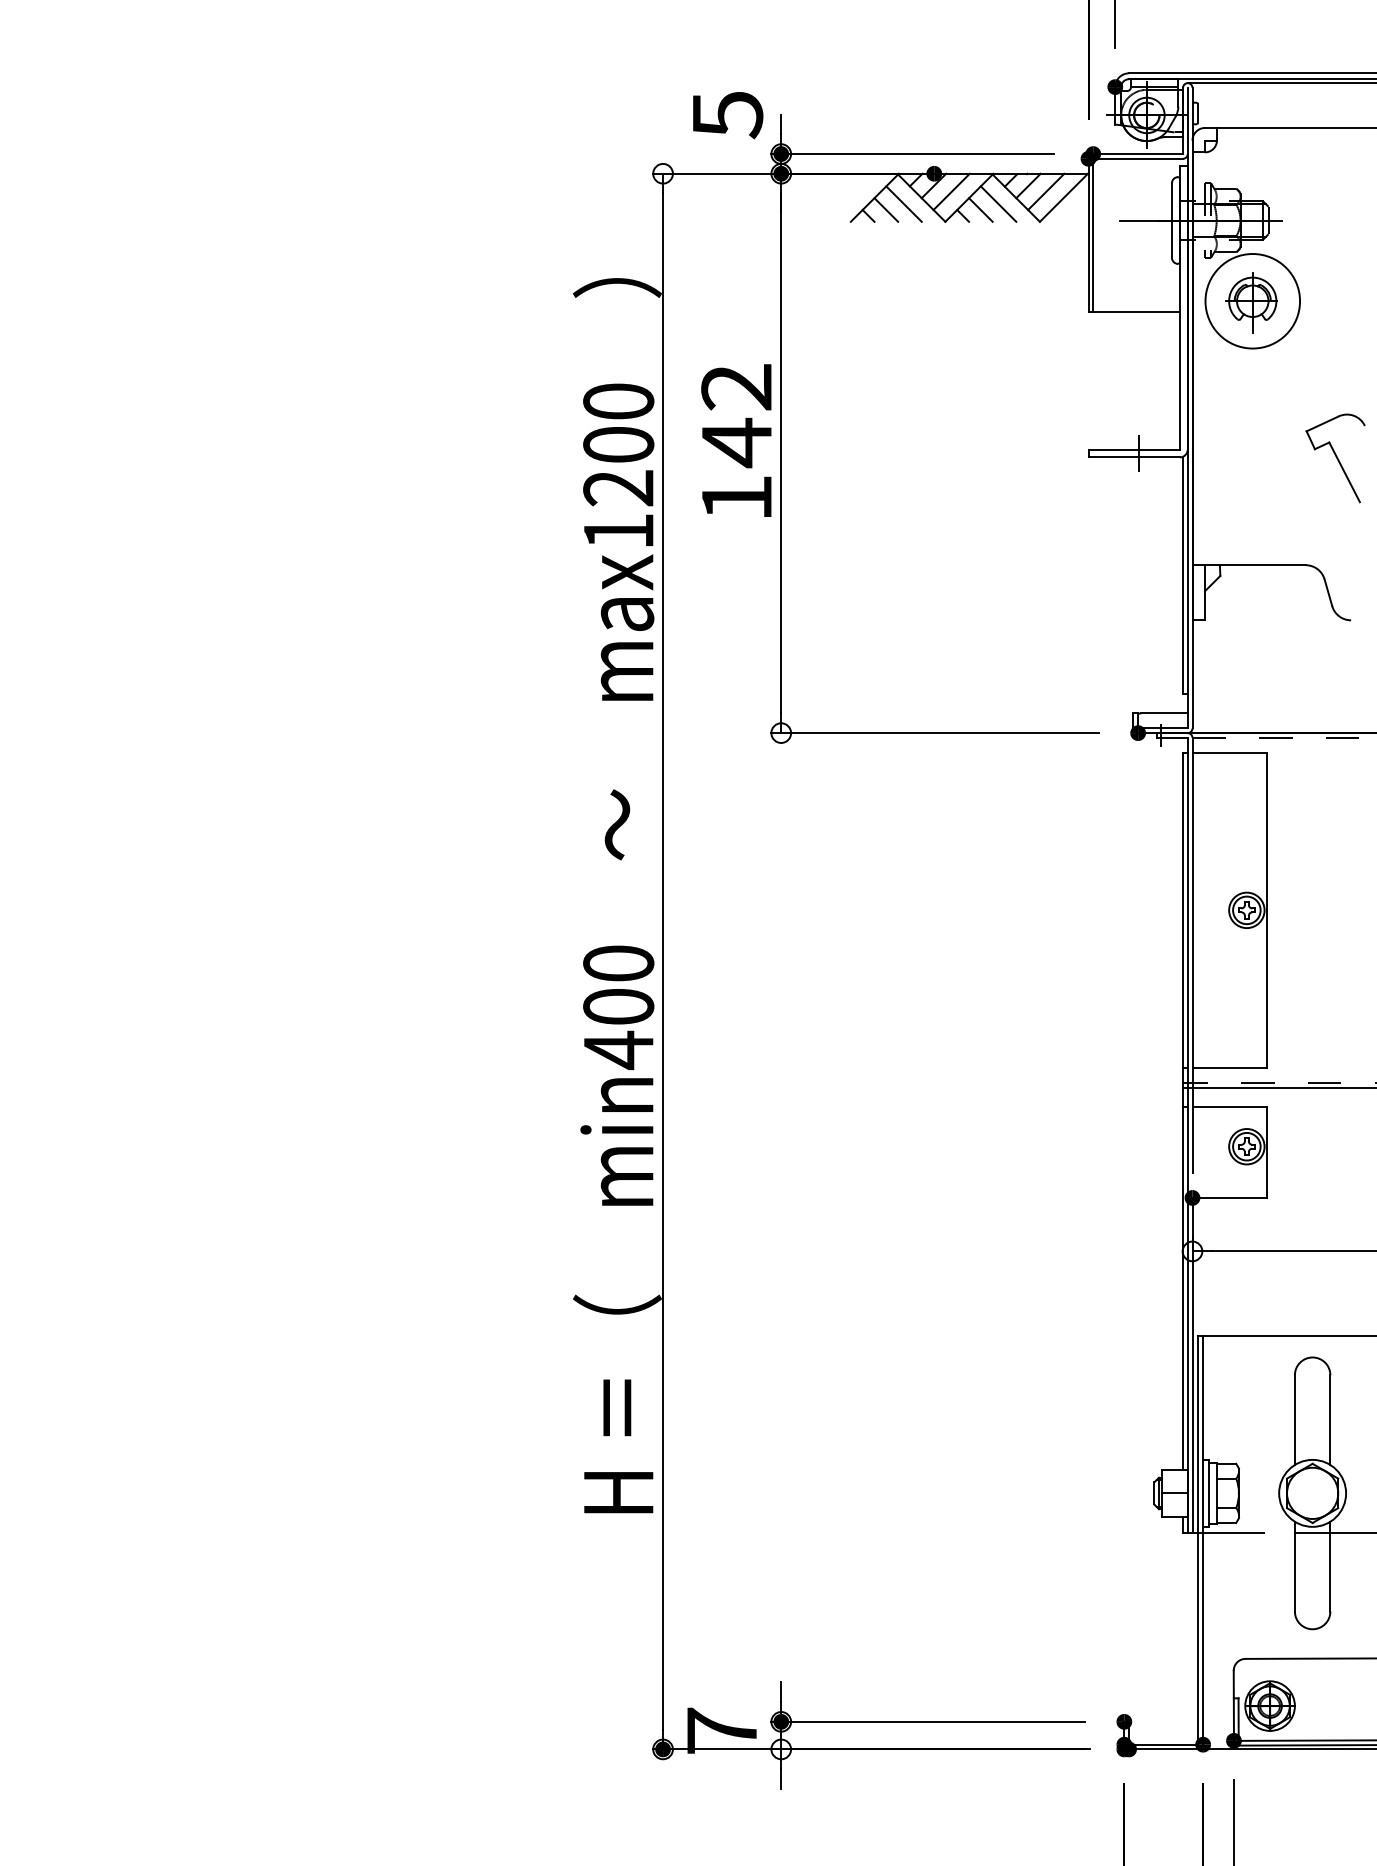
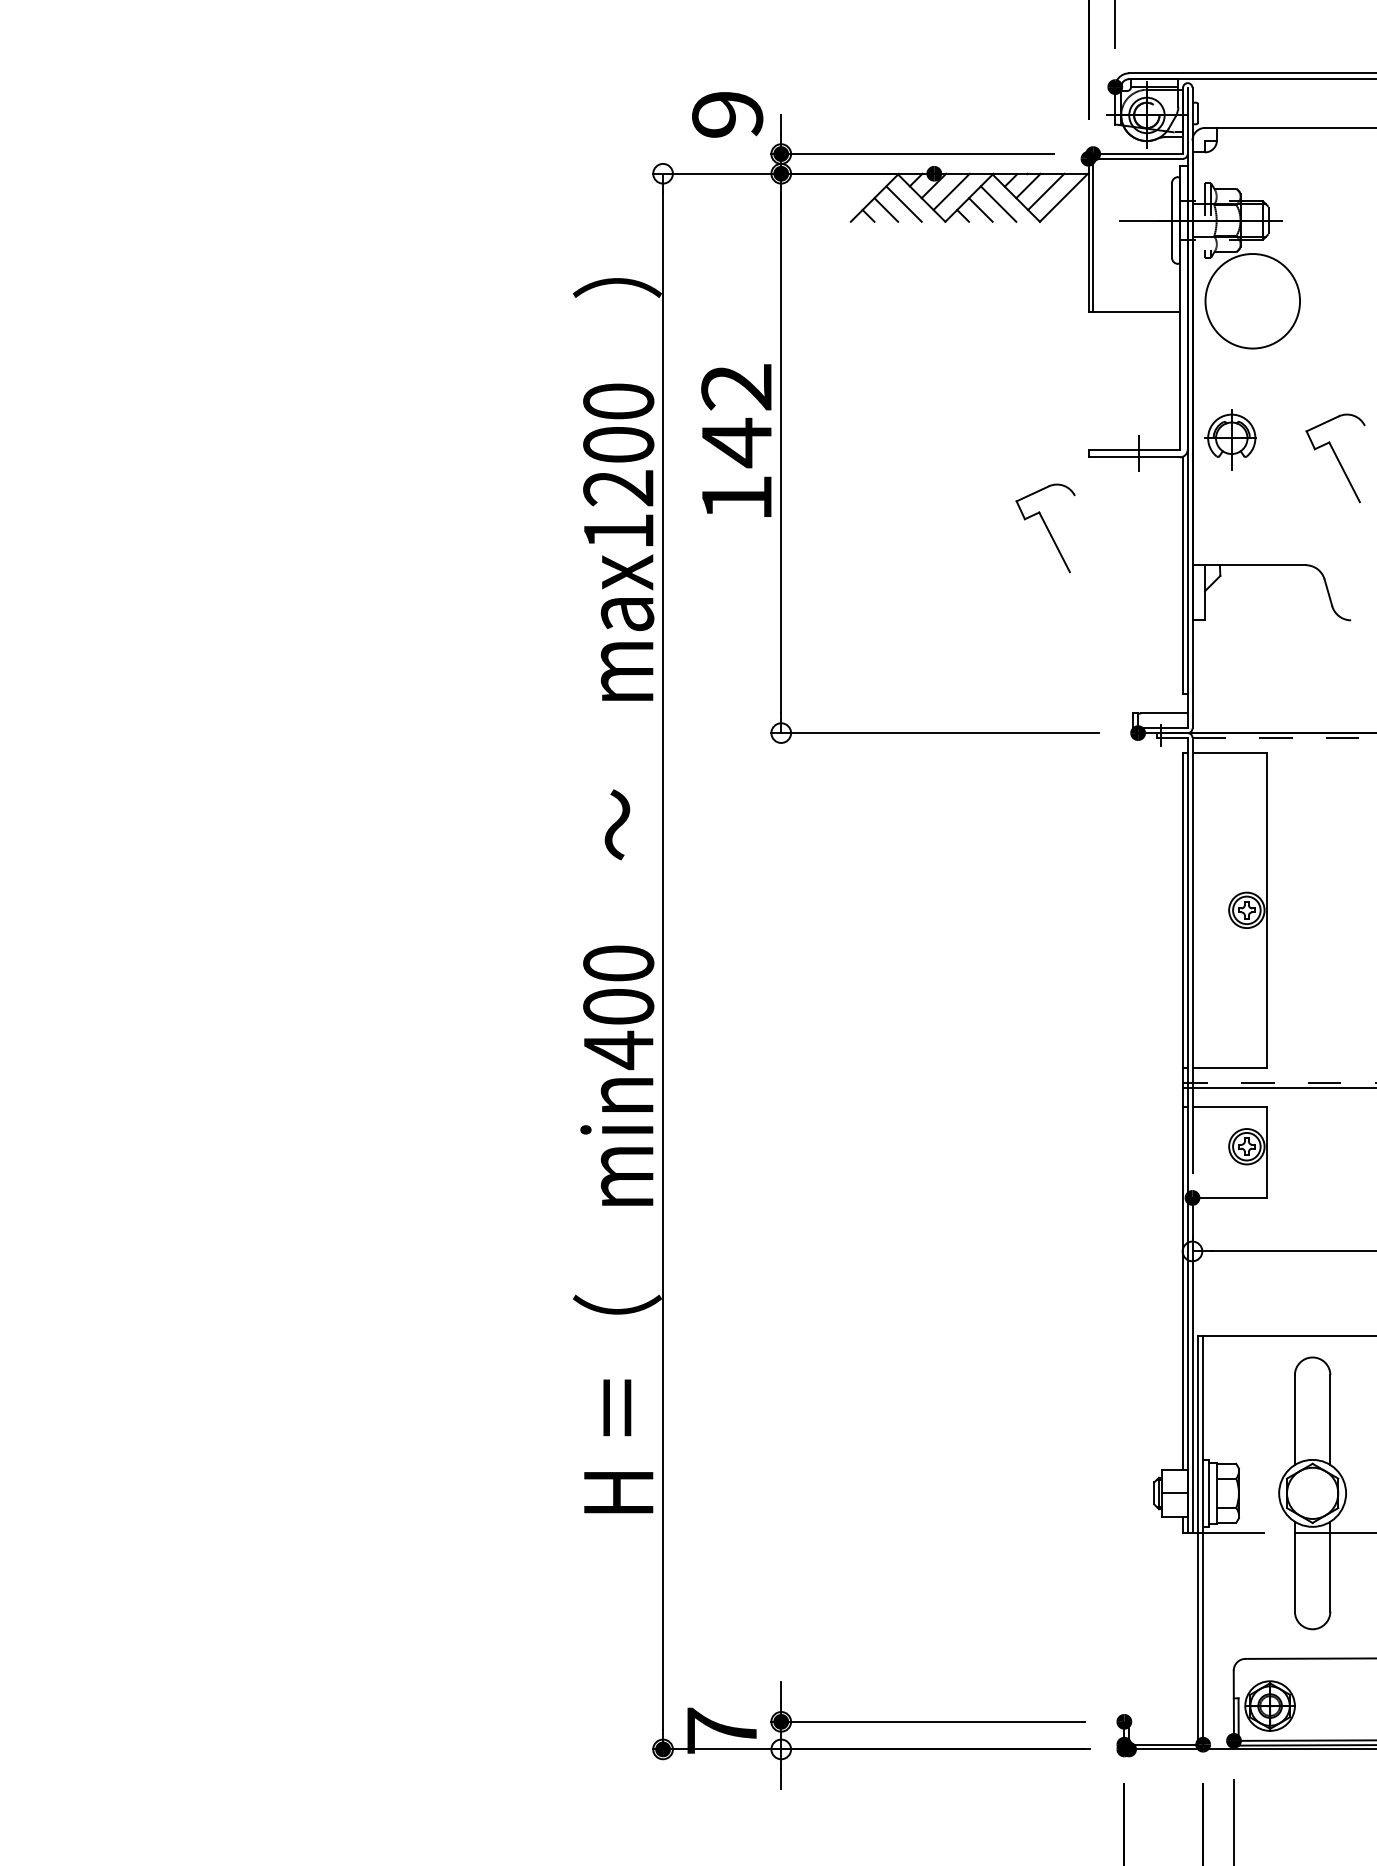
line at (1280, 83): present -> none
text at (727, 115): 5 -> 9
part at (1251, 302) position: (1251, 302) -> (1230, 439)
part at (1045, 528): none -> present
